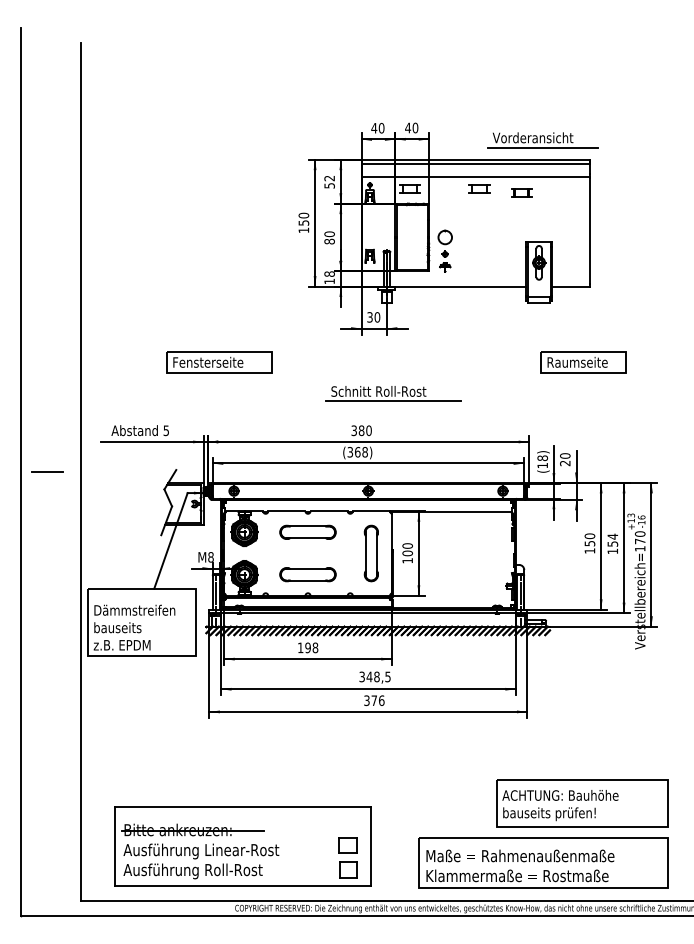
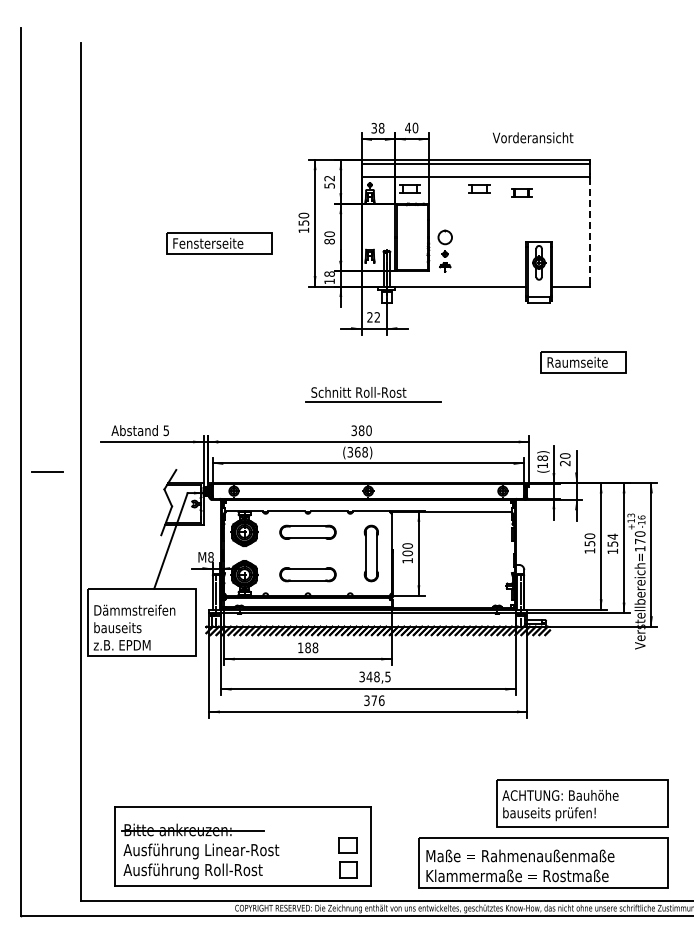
text at (377, 127): 40 -> 38
line at (542, 148): present -> none
line at (589, 231): solid -> dashed
text at (373, 317): 30 -> 22
part at (219, 362) position: (219, 362) -> (219, 243)
part at (393, 393) position: (393, 393) -> (373, 394)
text at (307, 647): 198 -> 188
